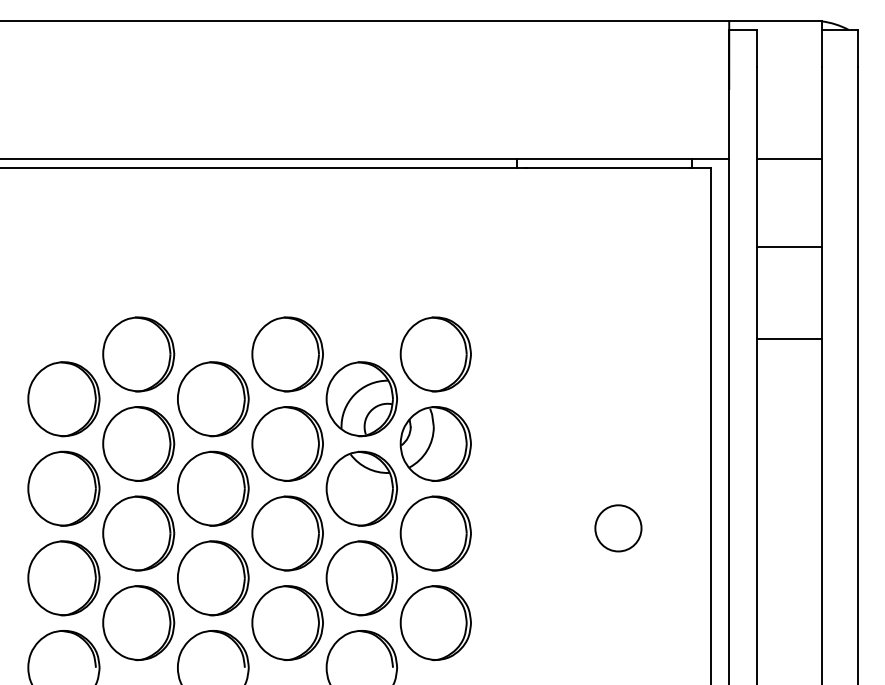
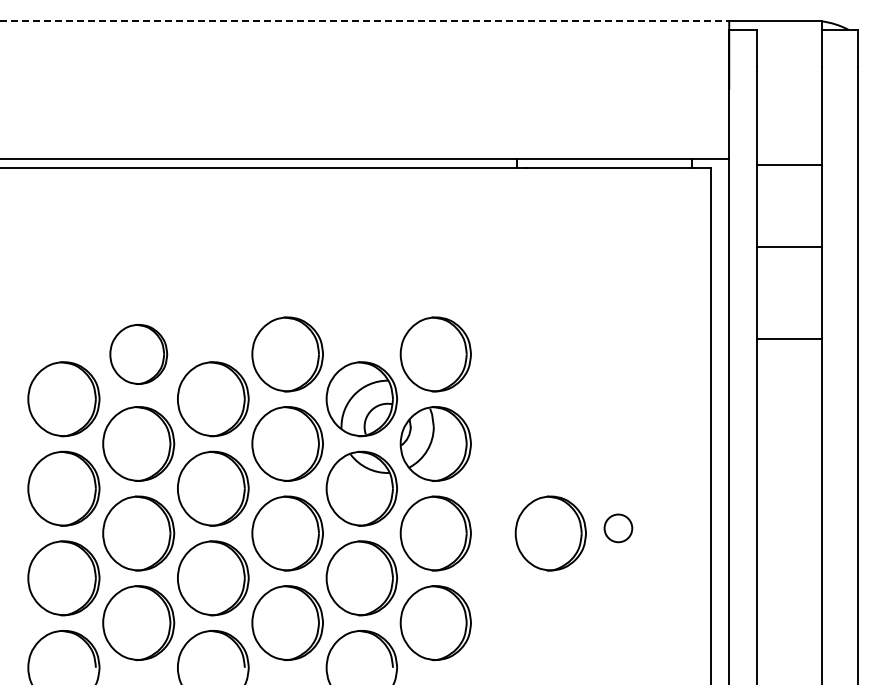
line at (365, 20): solid -> dashed
line at (788, 159) position: (788, 159) -> (788, 165)
part at (138, 354) size: 74x77 px -> 60x61 px
circle at (618, 528) diameter: 46 px -> 28 px
part at (550, 533): none -> present
